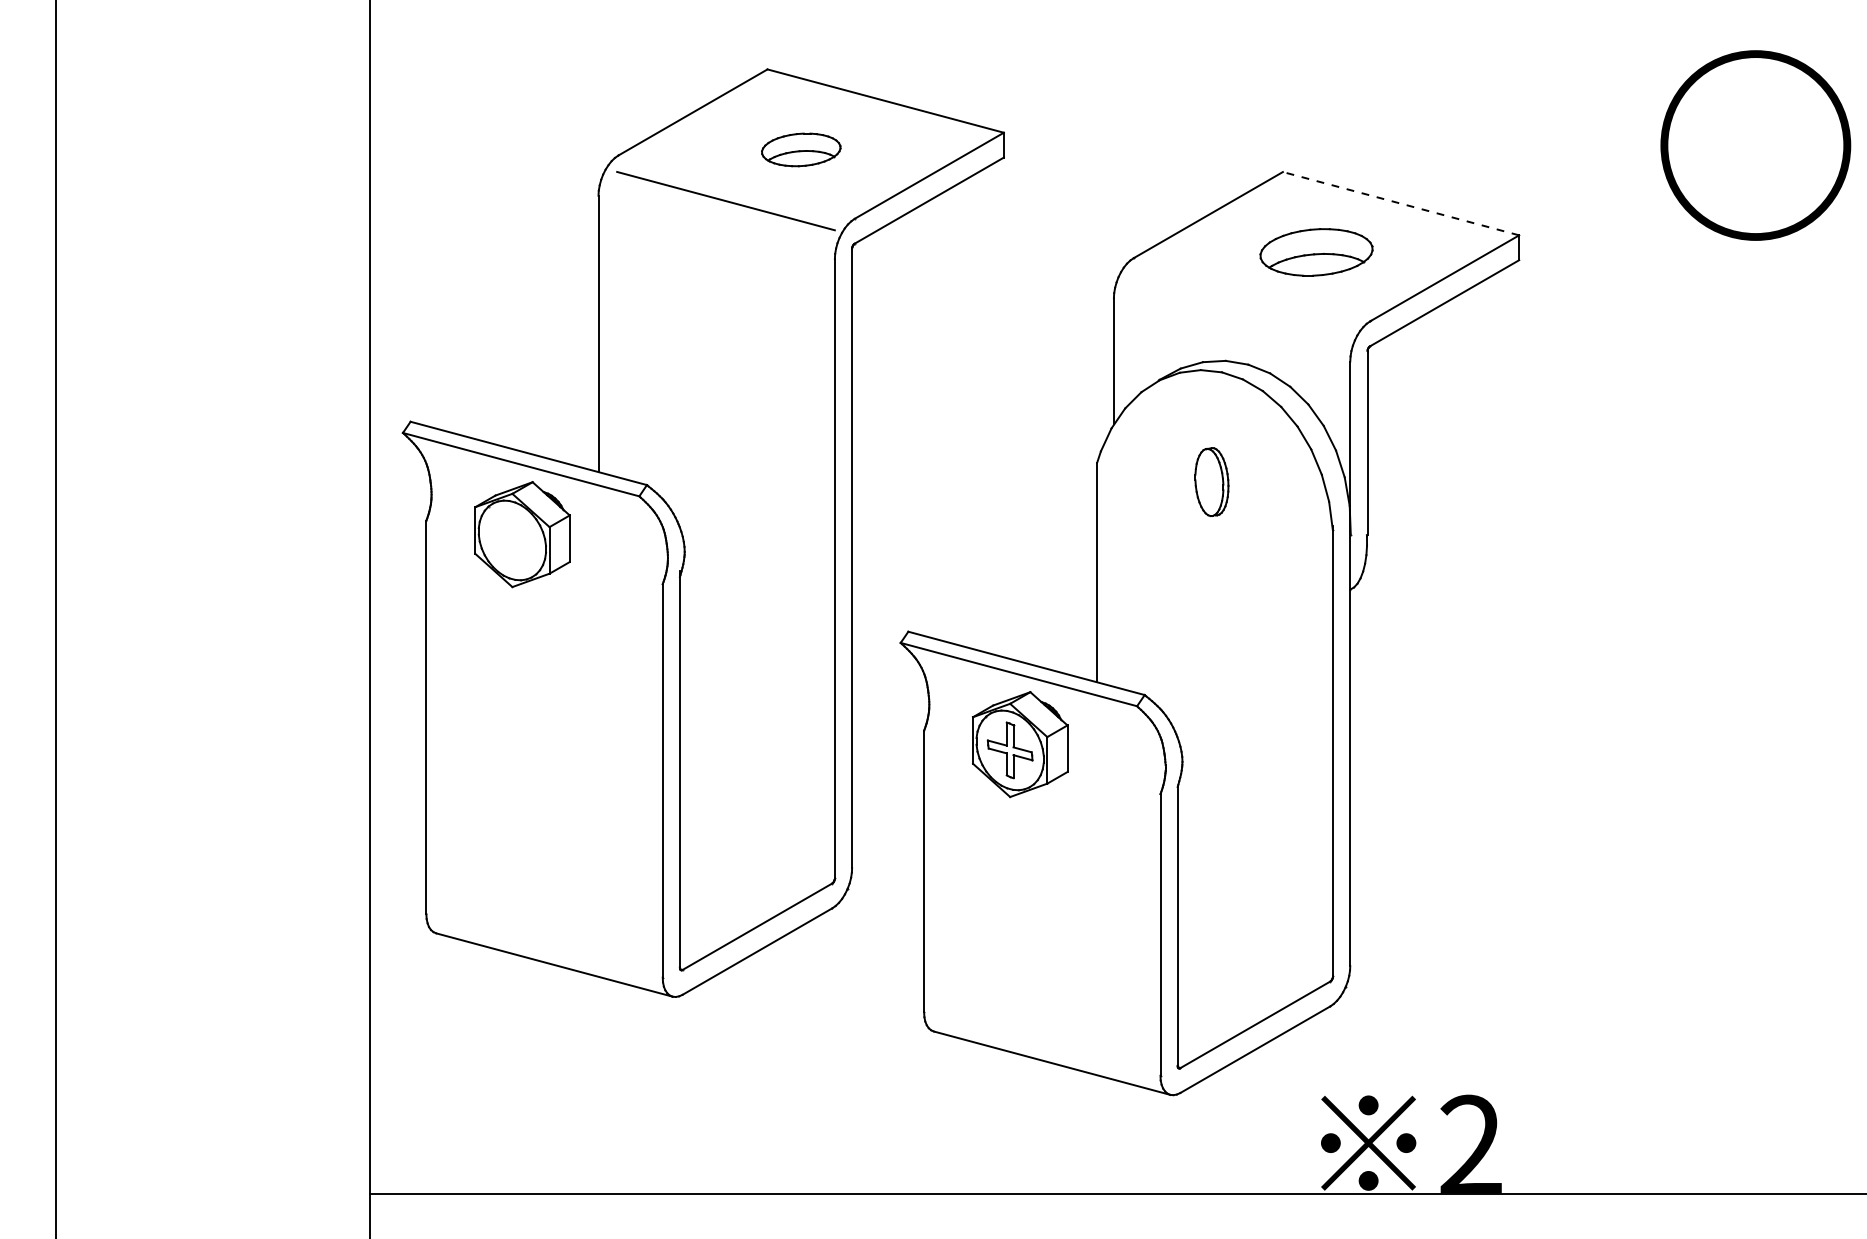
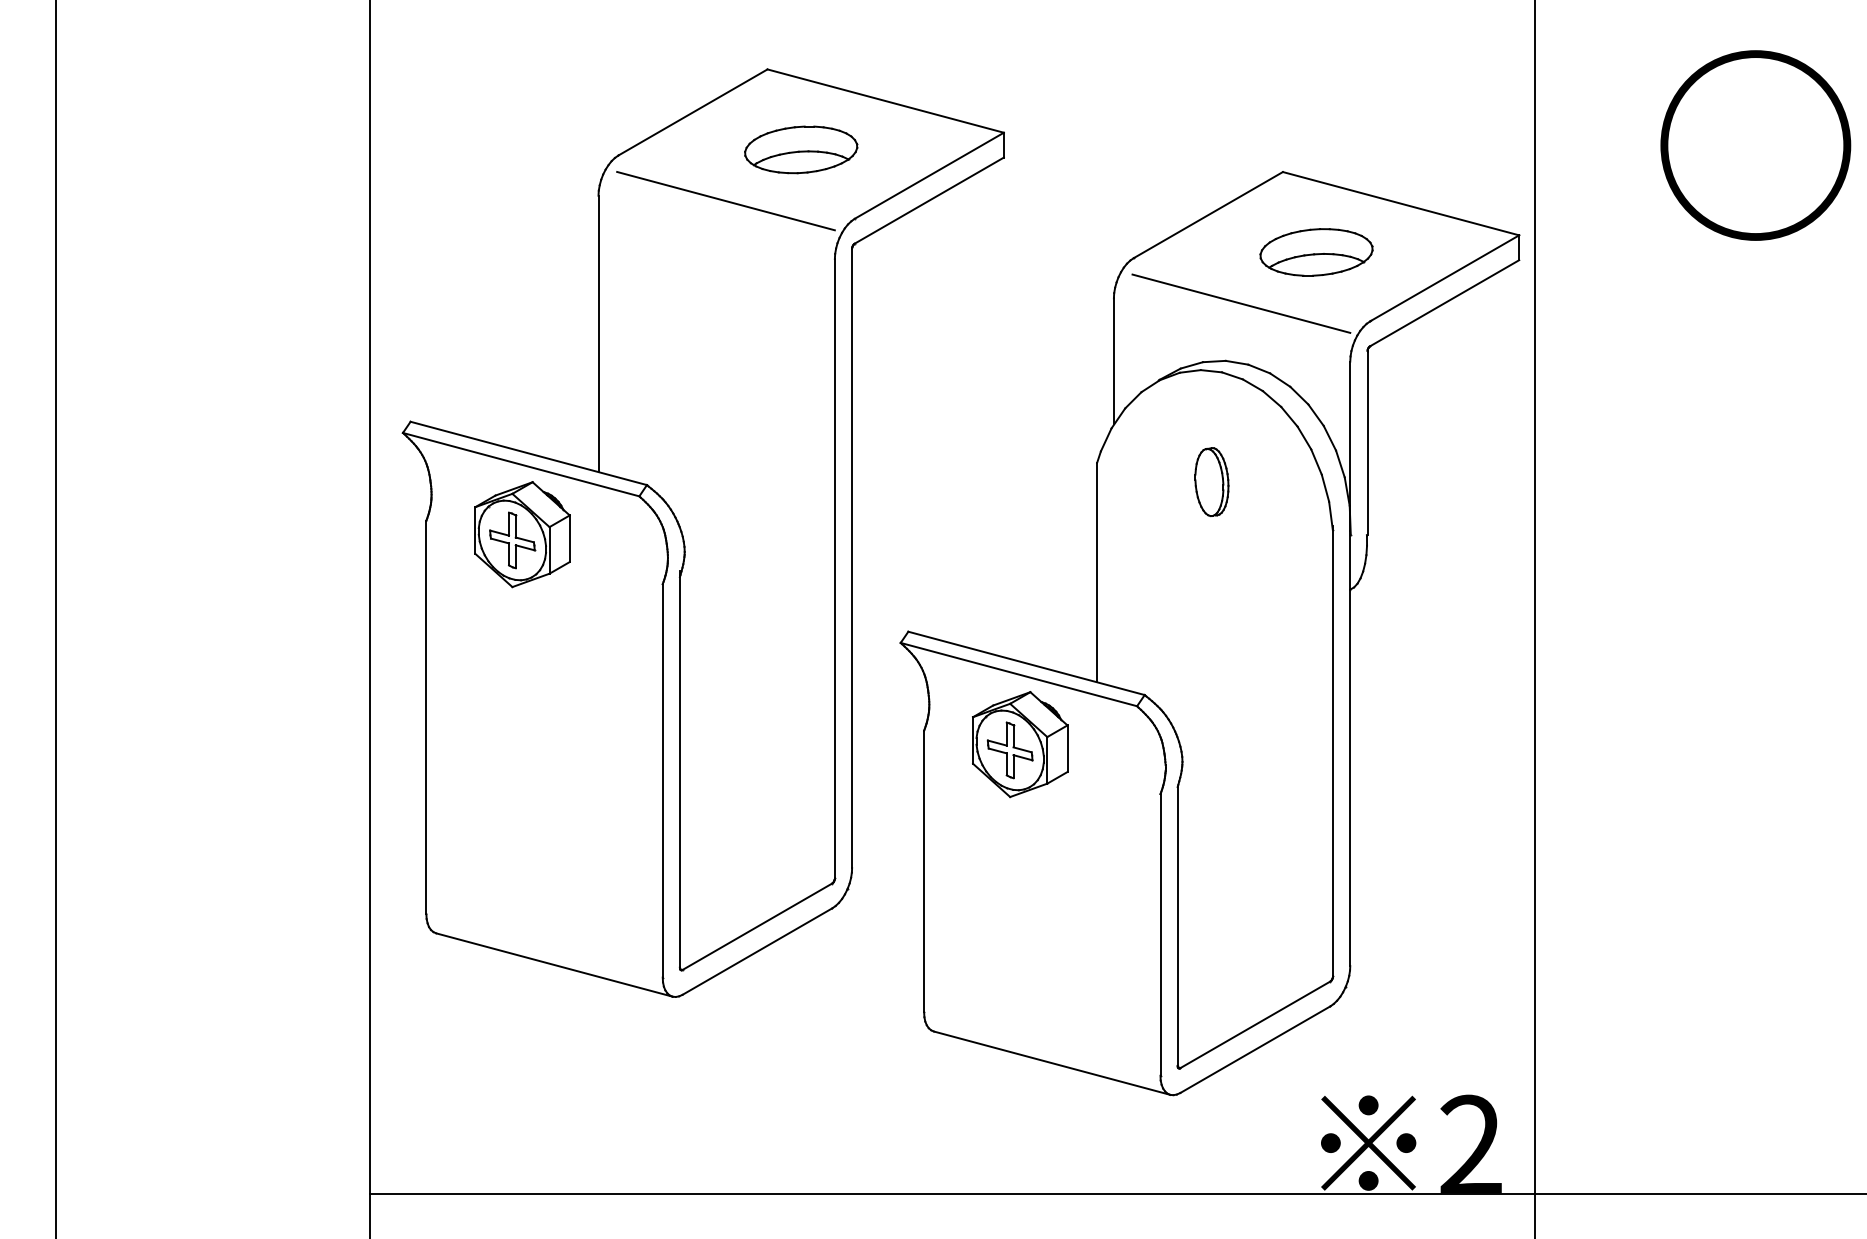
part at (801, 149) size: 81x36 px -> 115x50 px
line at (1400, 203): dashed -> solid
line at (1241, 303): none -> present
part at (512, 540): none -> present
line at (1535, 618): none -> present
